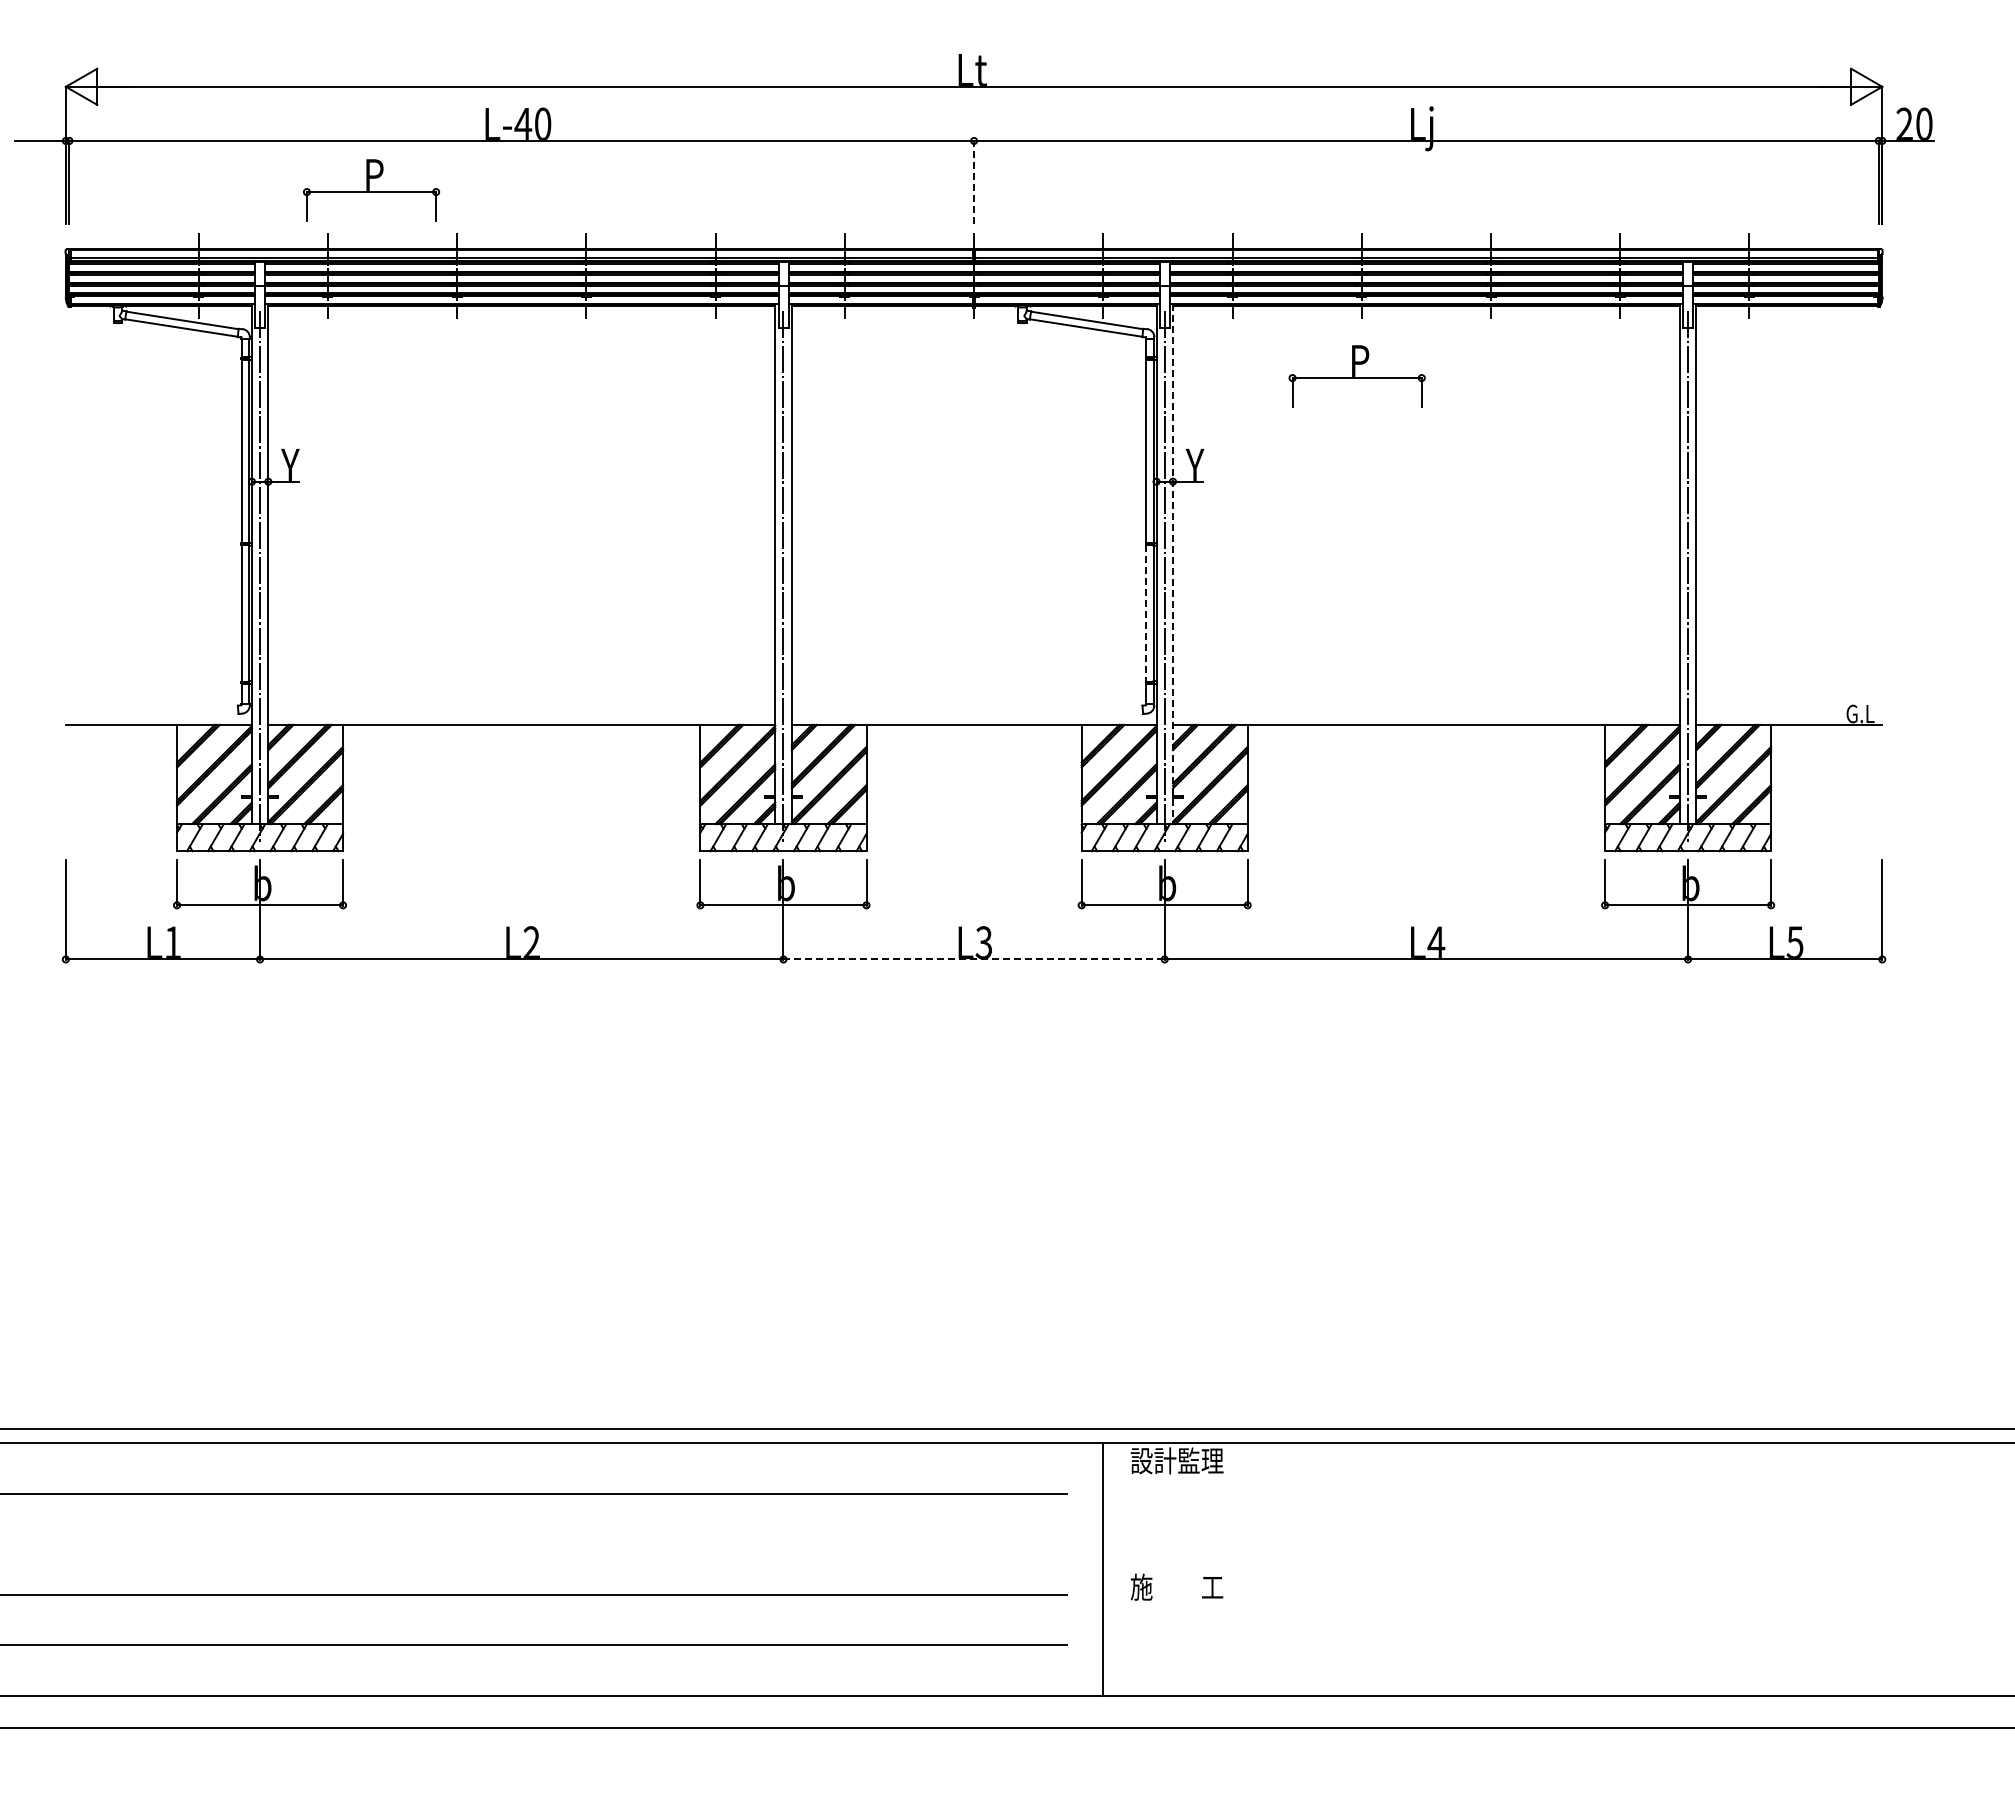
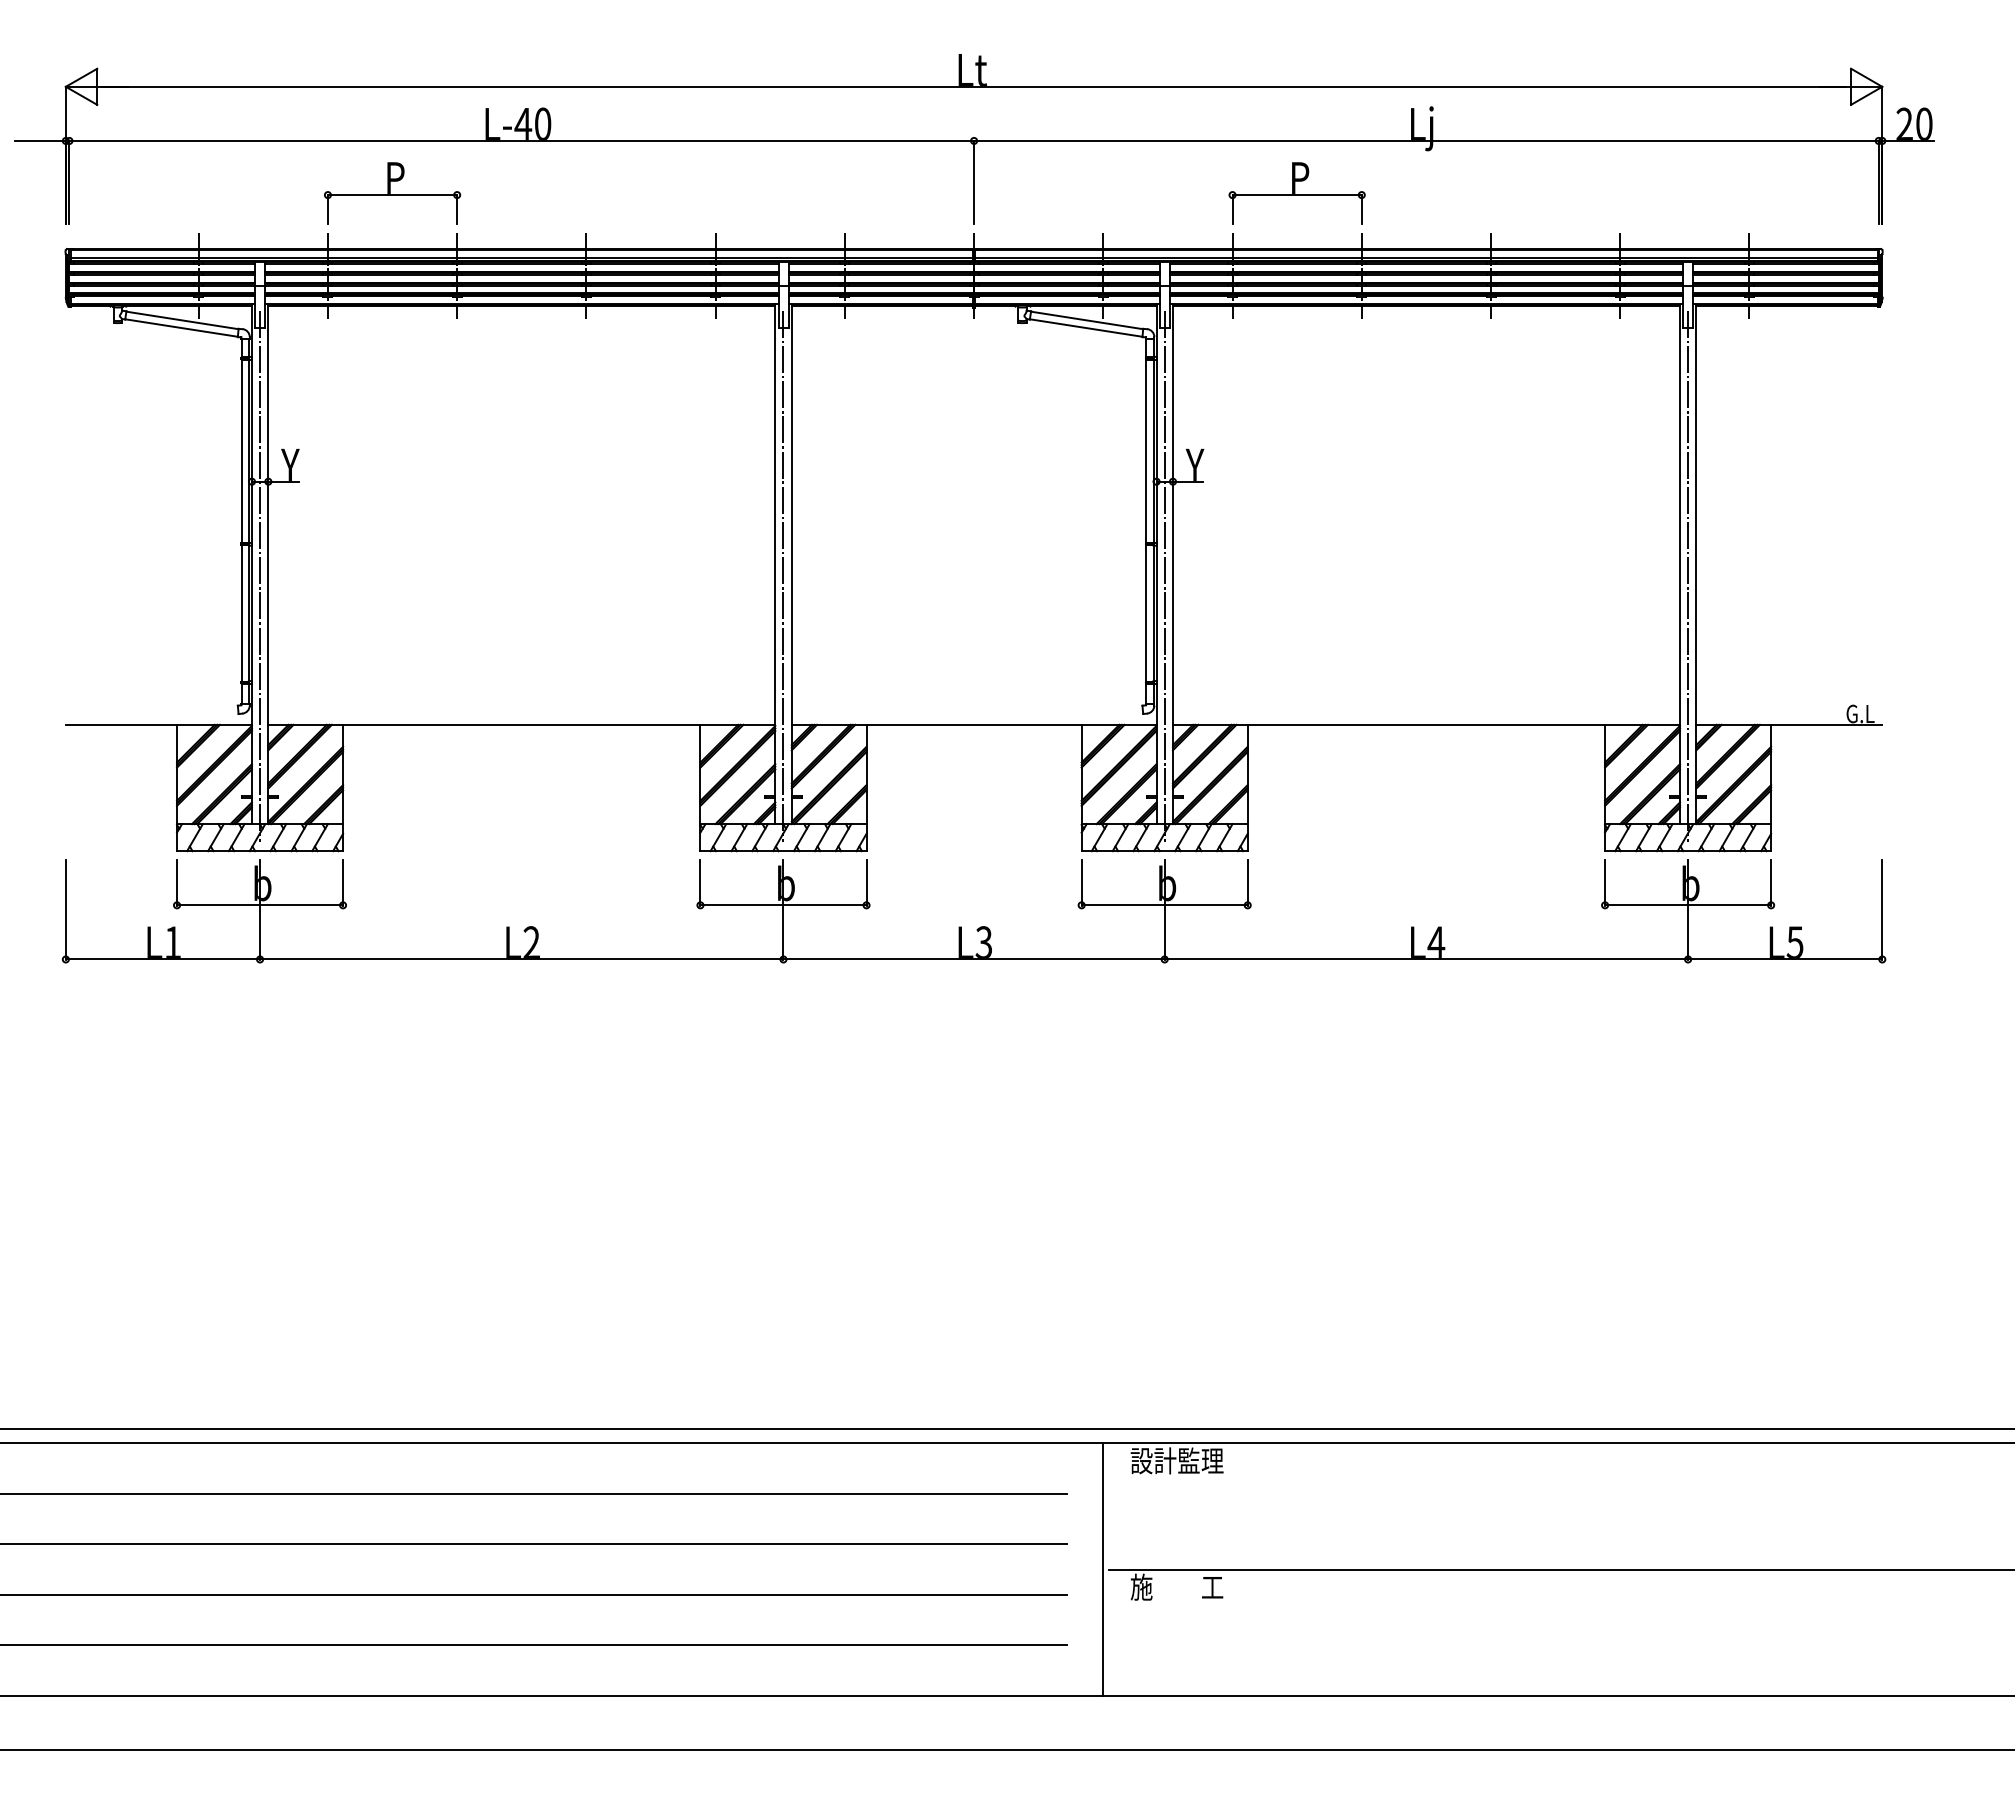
line at (974, 182): dashed -> solid
part at (371, 190) position: (371, 190) -> (392, 193)
part at (1356, 376) position: (1356, 376) -> (1296, 193)
line at (1172, 564): dashed -> solid
line at (1146, 613): dashed -> solid
line at (974, 959): dashed -> solid
line at (534, 1544): none -> present
line at (1559, 1569): none -> present
line at (1006, 1728) position: (1006, 1728) -> (1006, 1750)
